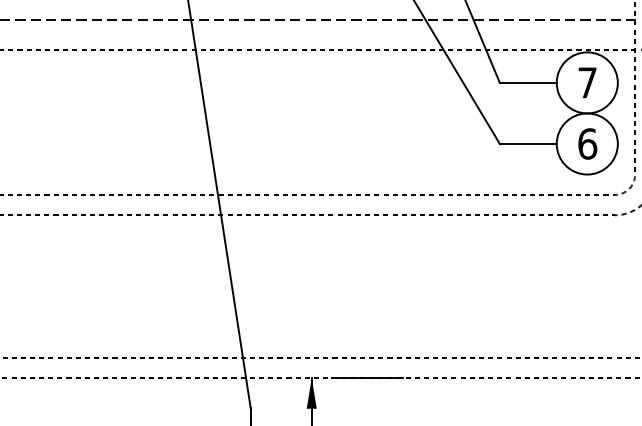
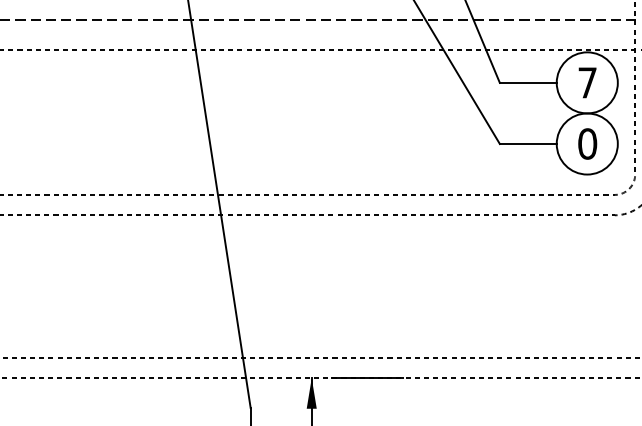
text at (587, 143): 6 -> 0
